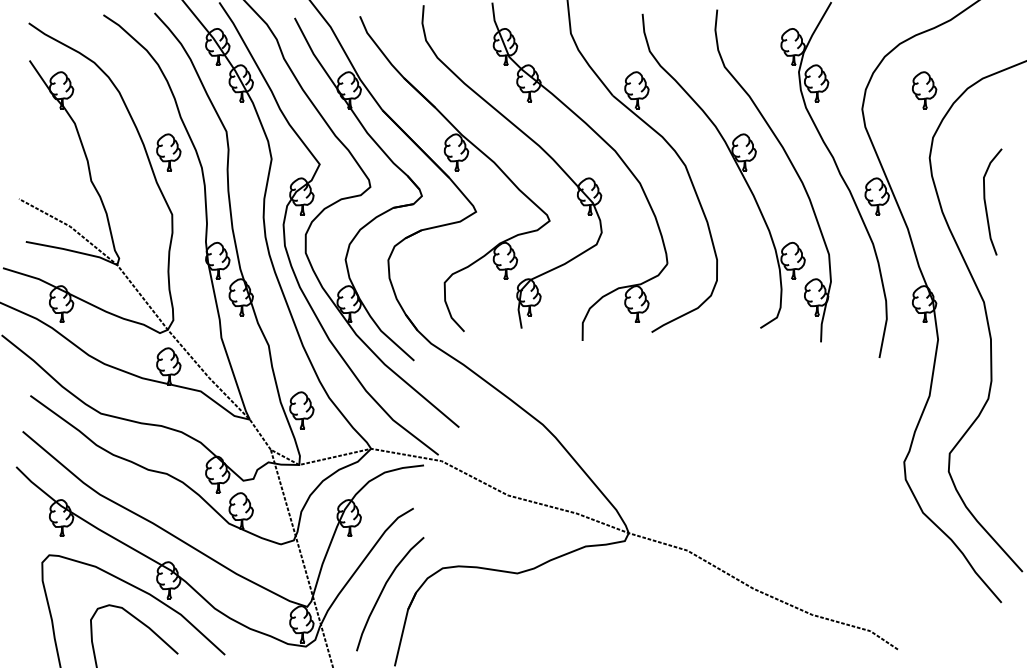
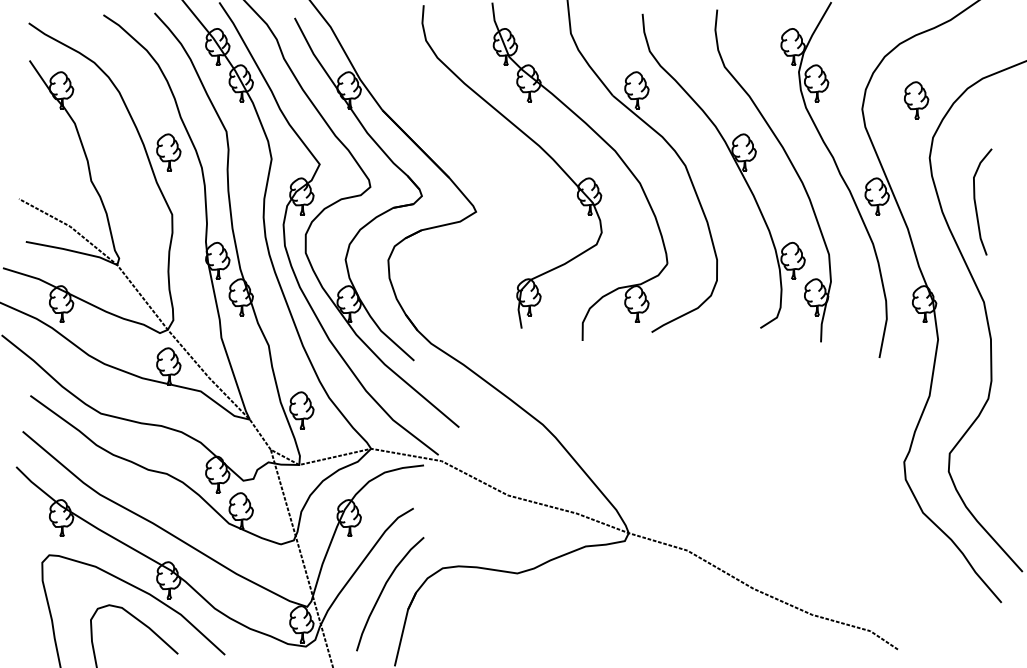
part at (924, 90) position: (924, 90) -> (916, 100)
part at (454, 174): present -> none
curve at (986, 203) position: (986, 203) -> (976, 203)
